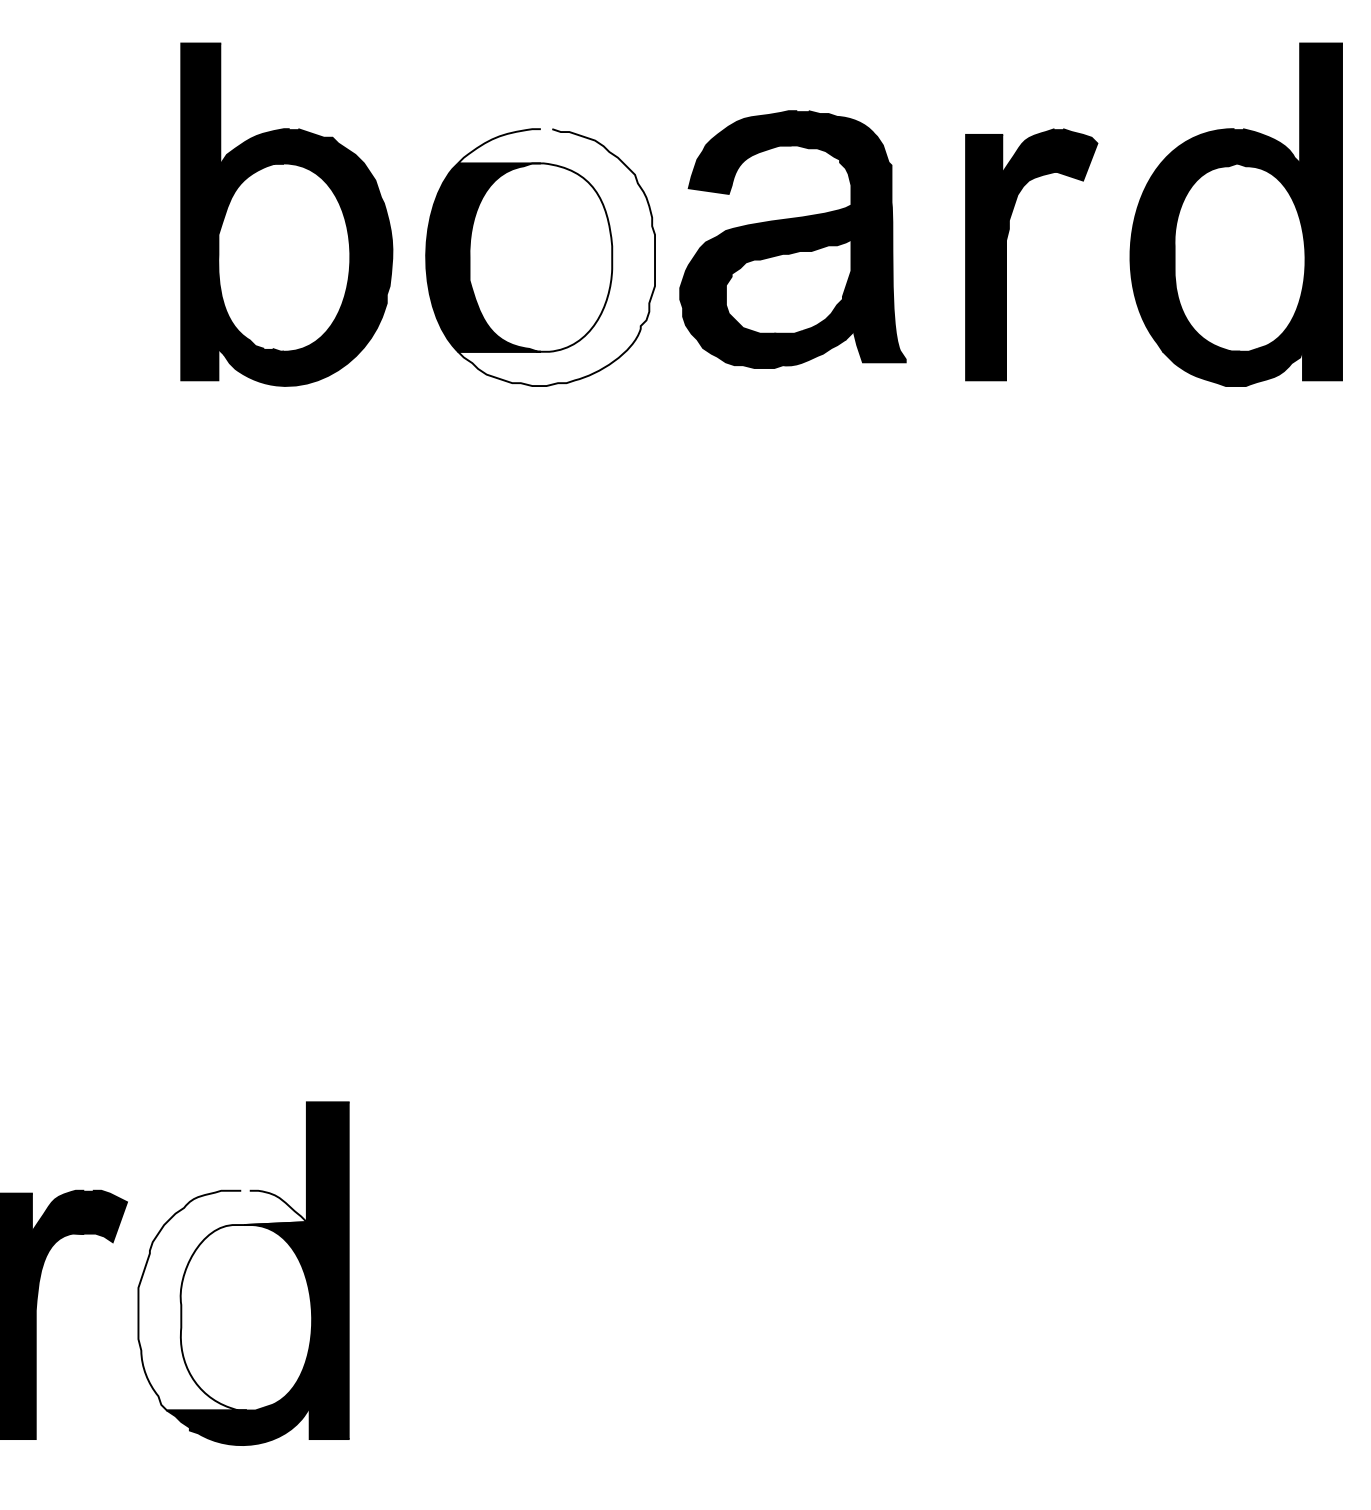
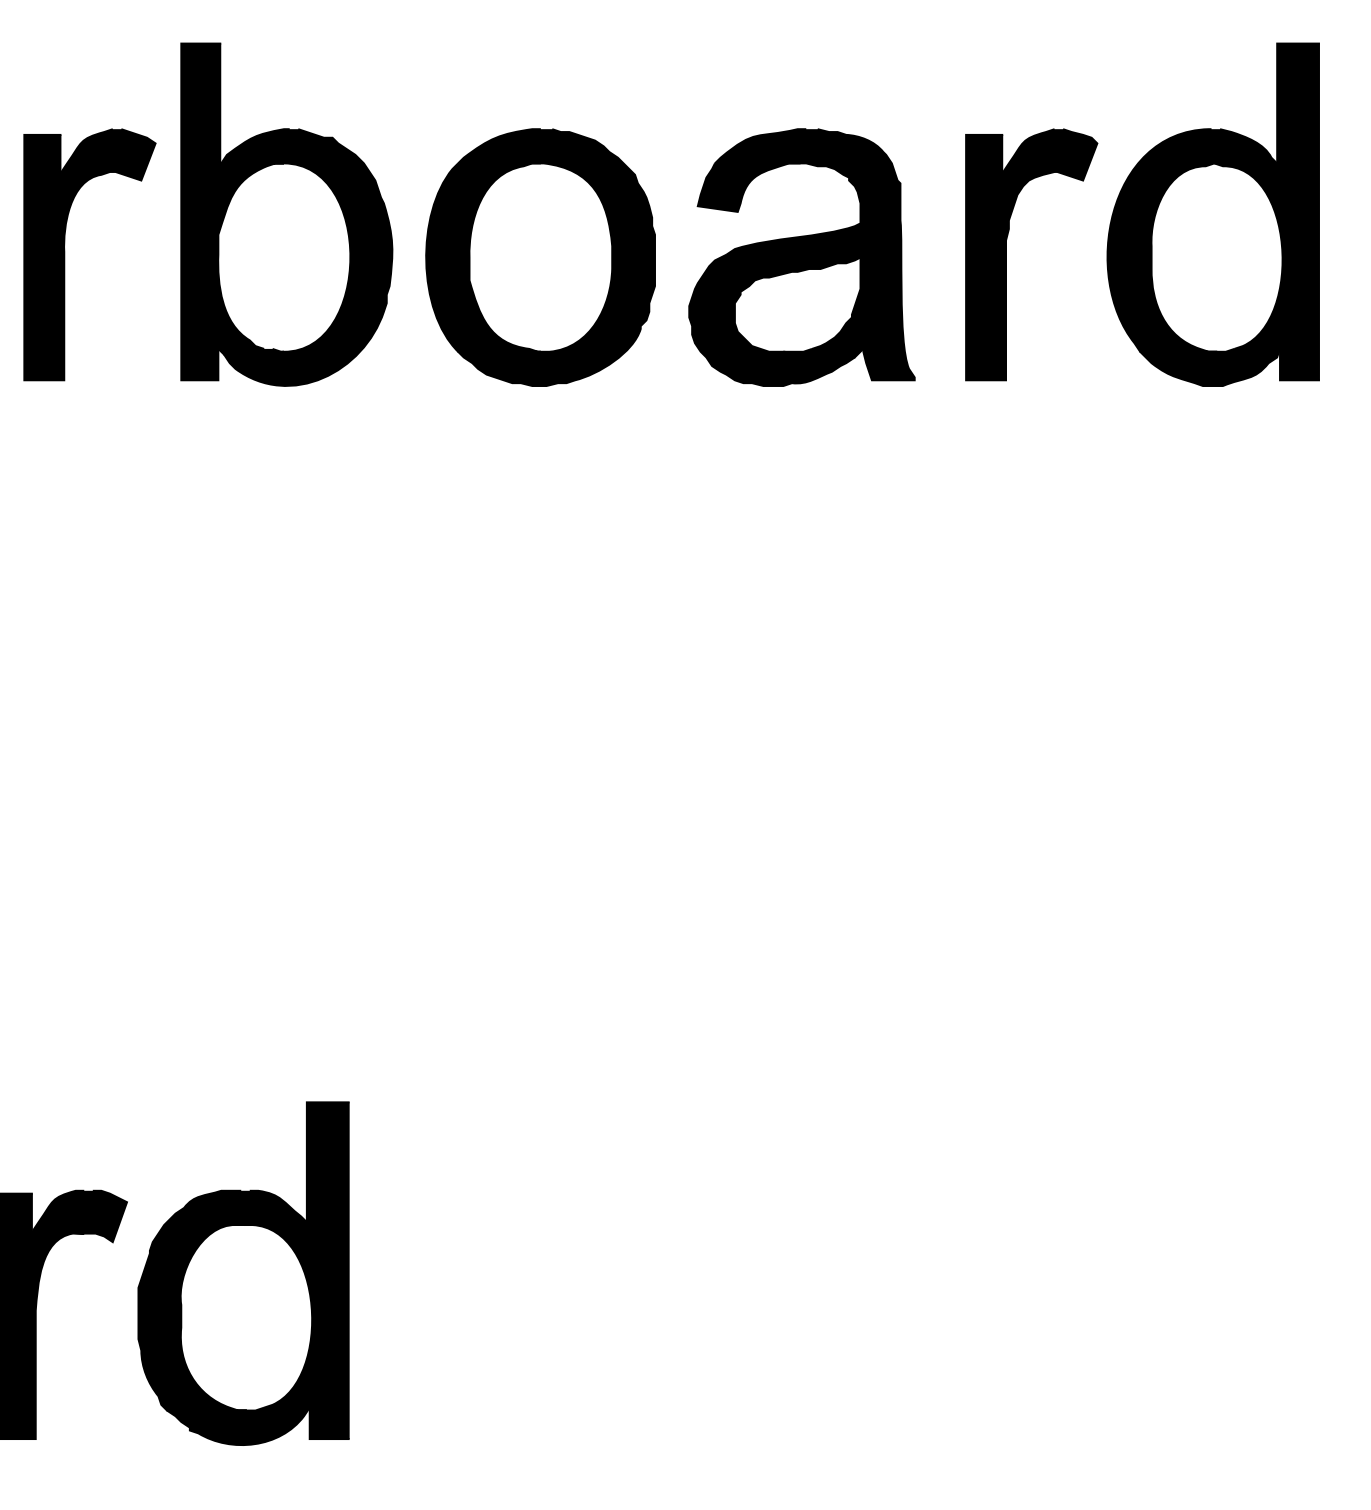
part at (1235, 214) position: (1235, 214) -> (1212, 214)
part at (792, 239) position: (792, 239) -> (801, 257)
part at (65, 254): none -> present
fill at (556, 257): none -> present
fill at (222, 1300): none -> present
